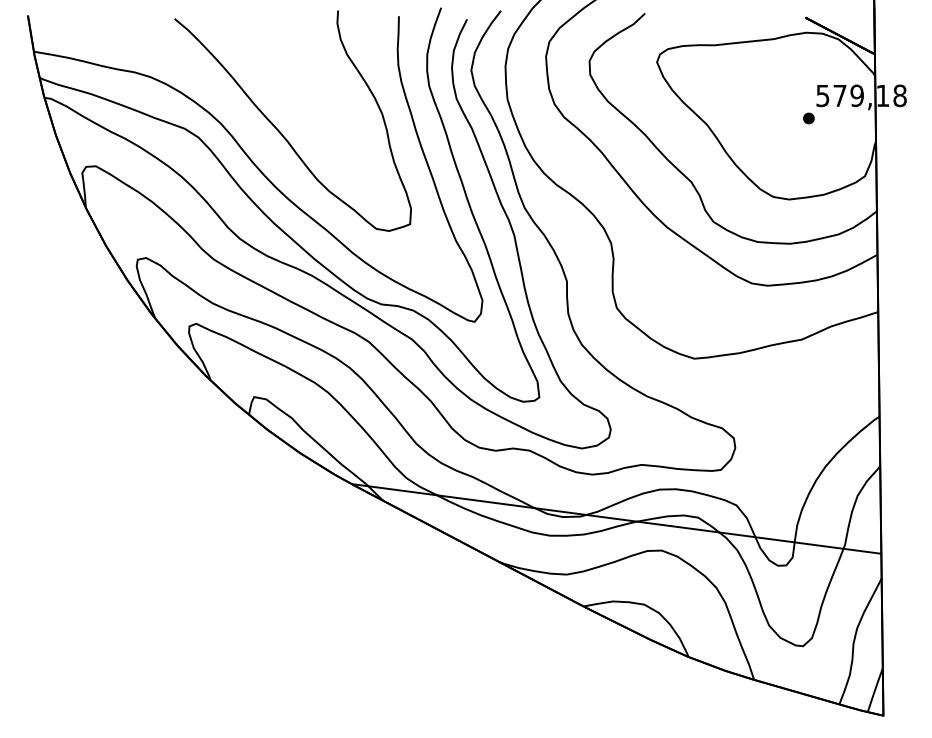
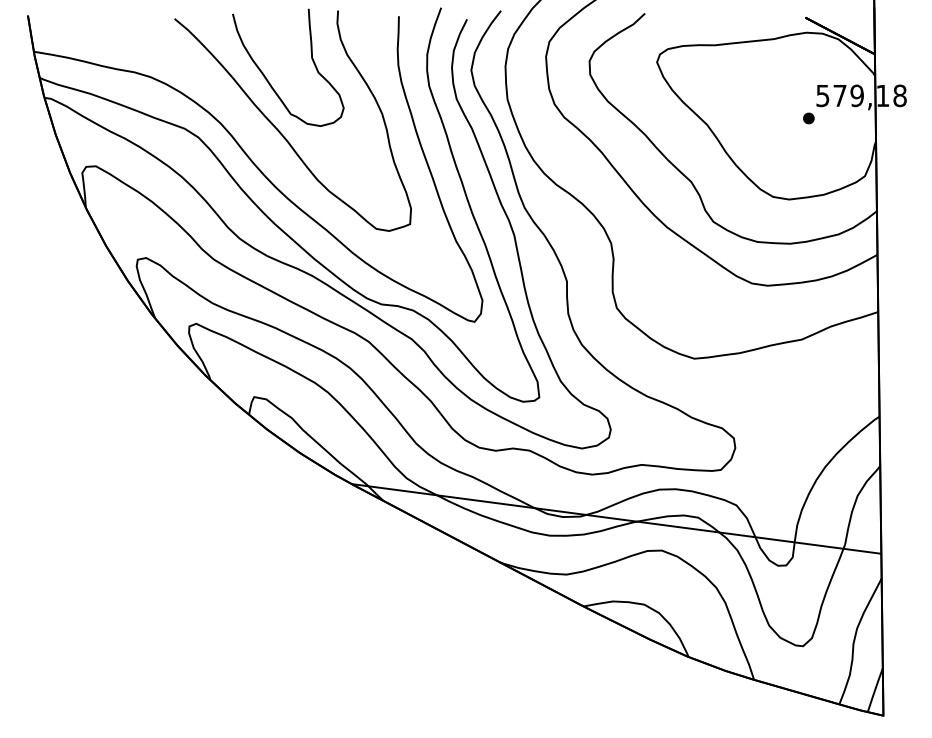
part at (269, 81): none -> present
